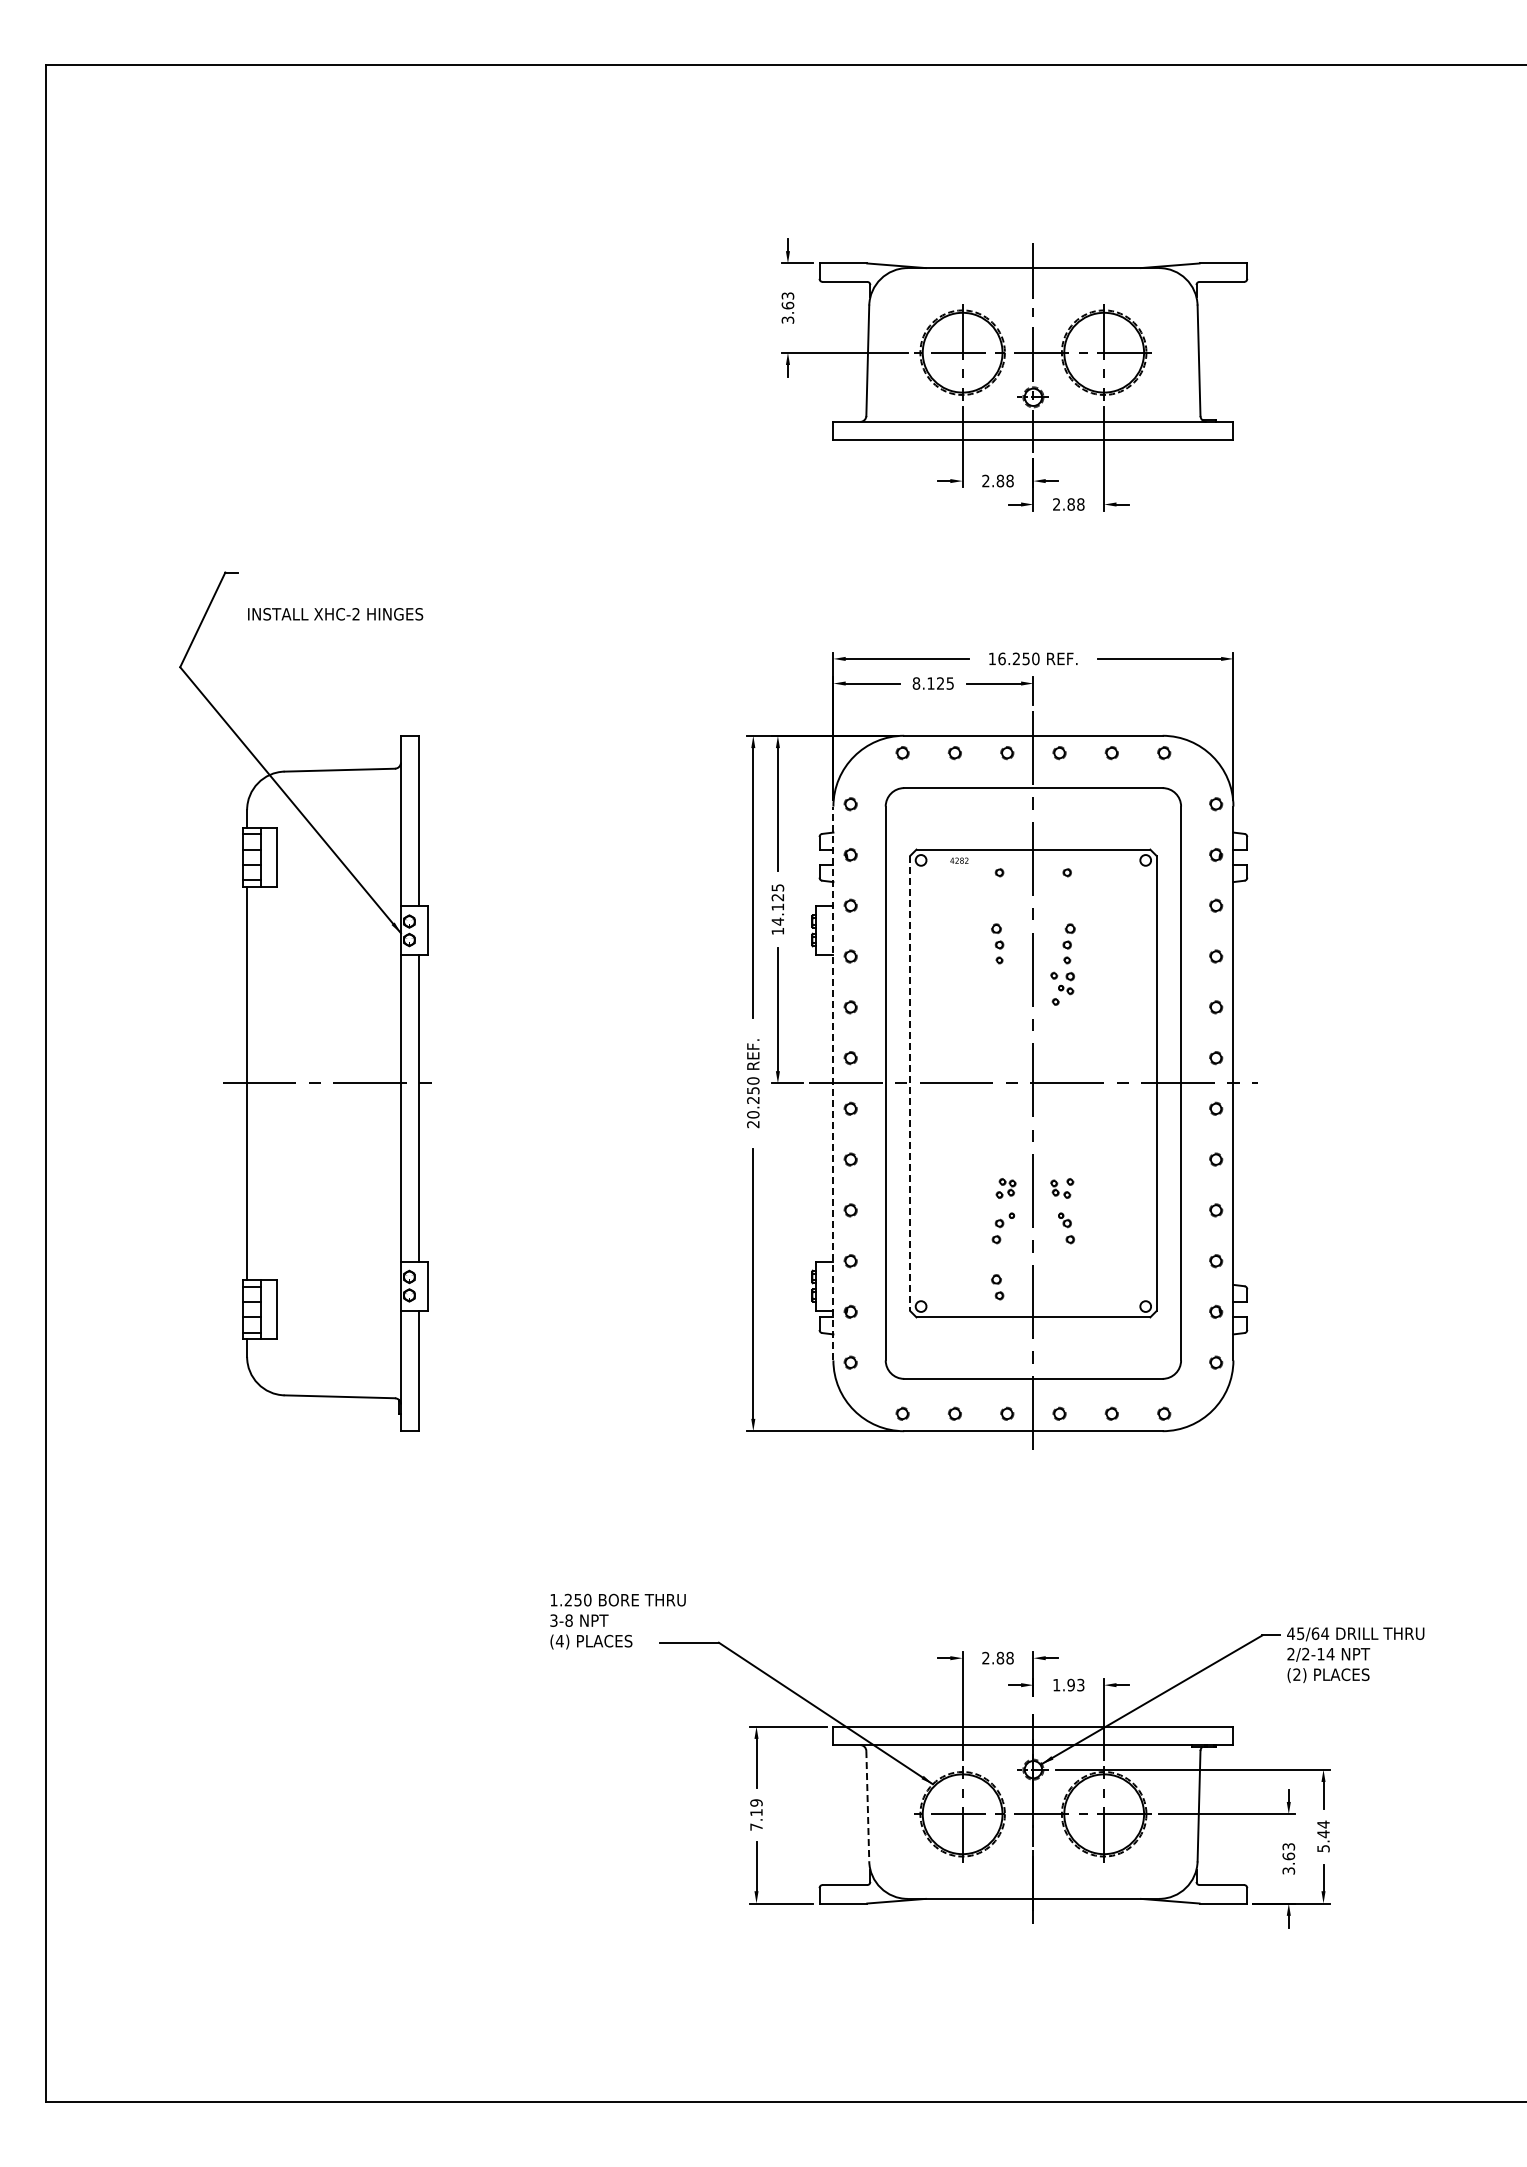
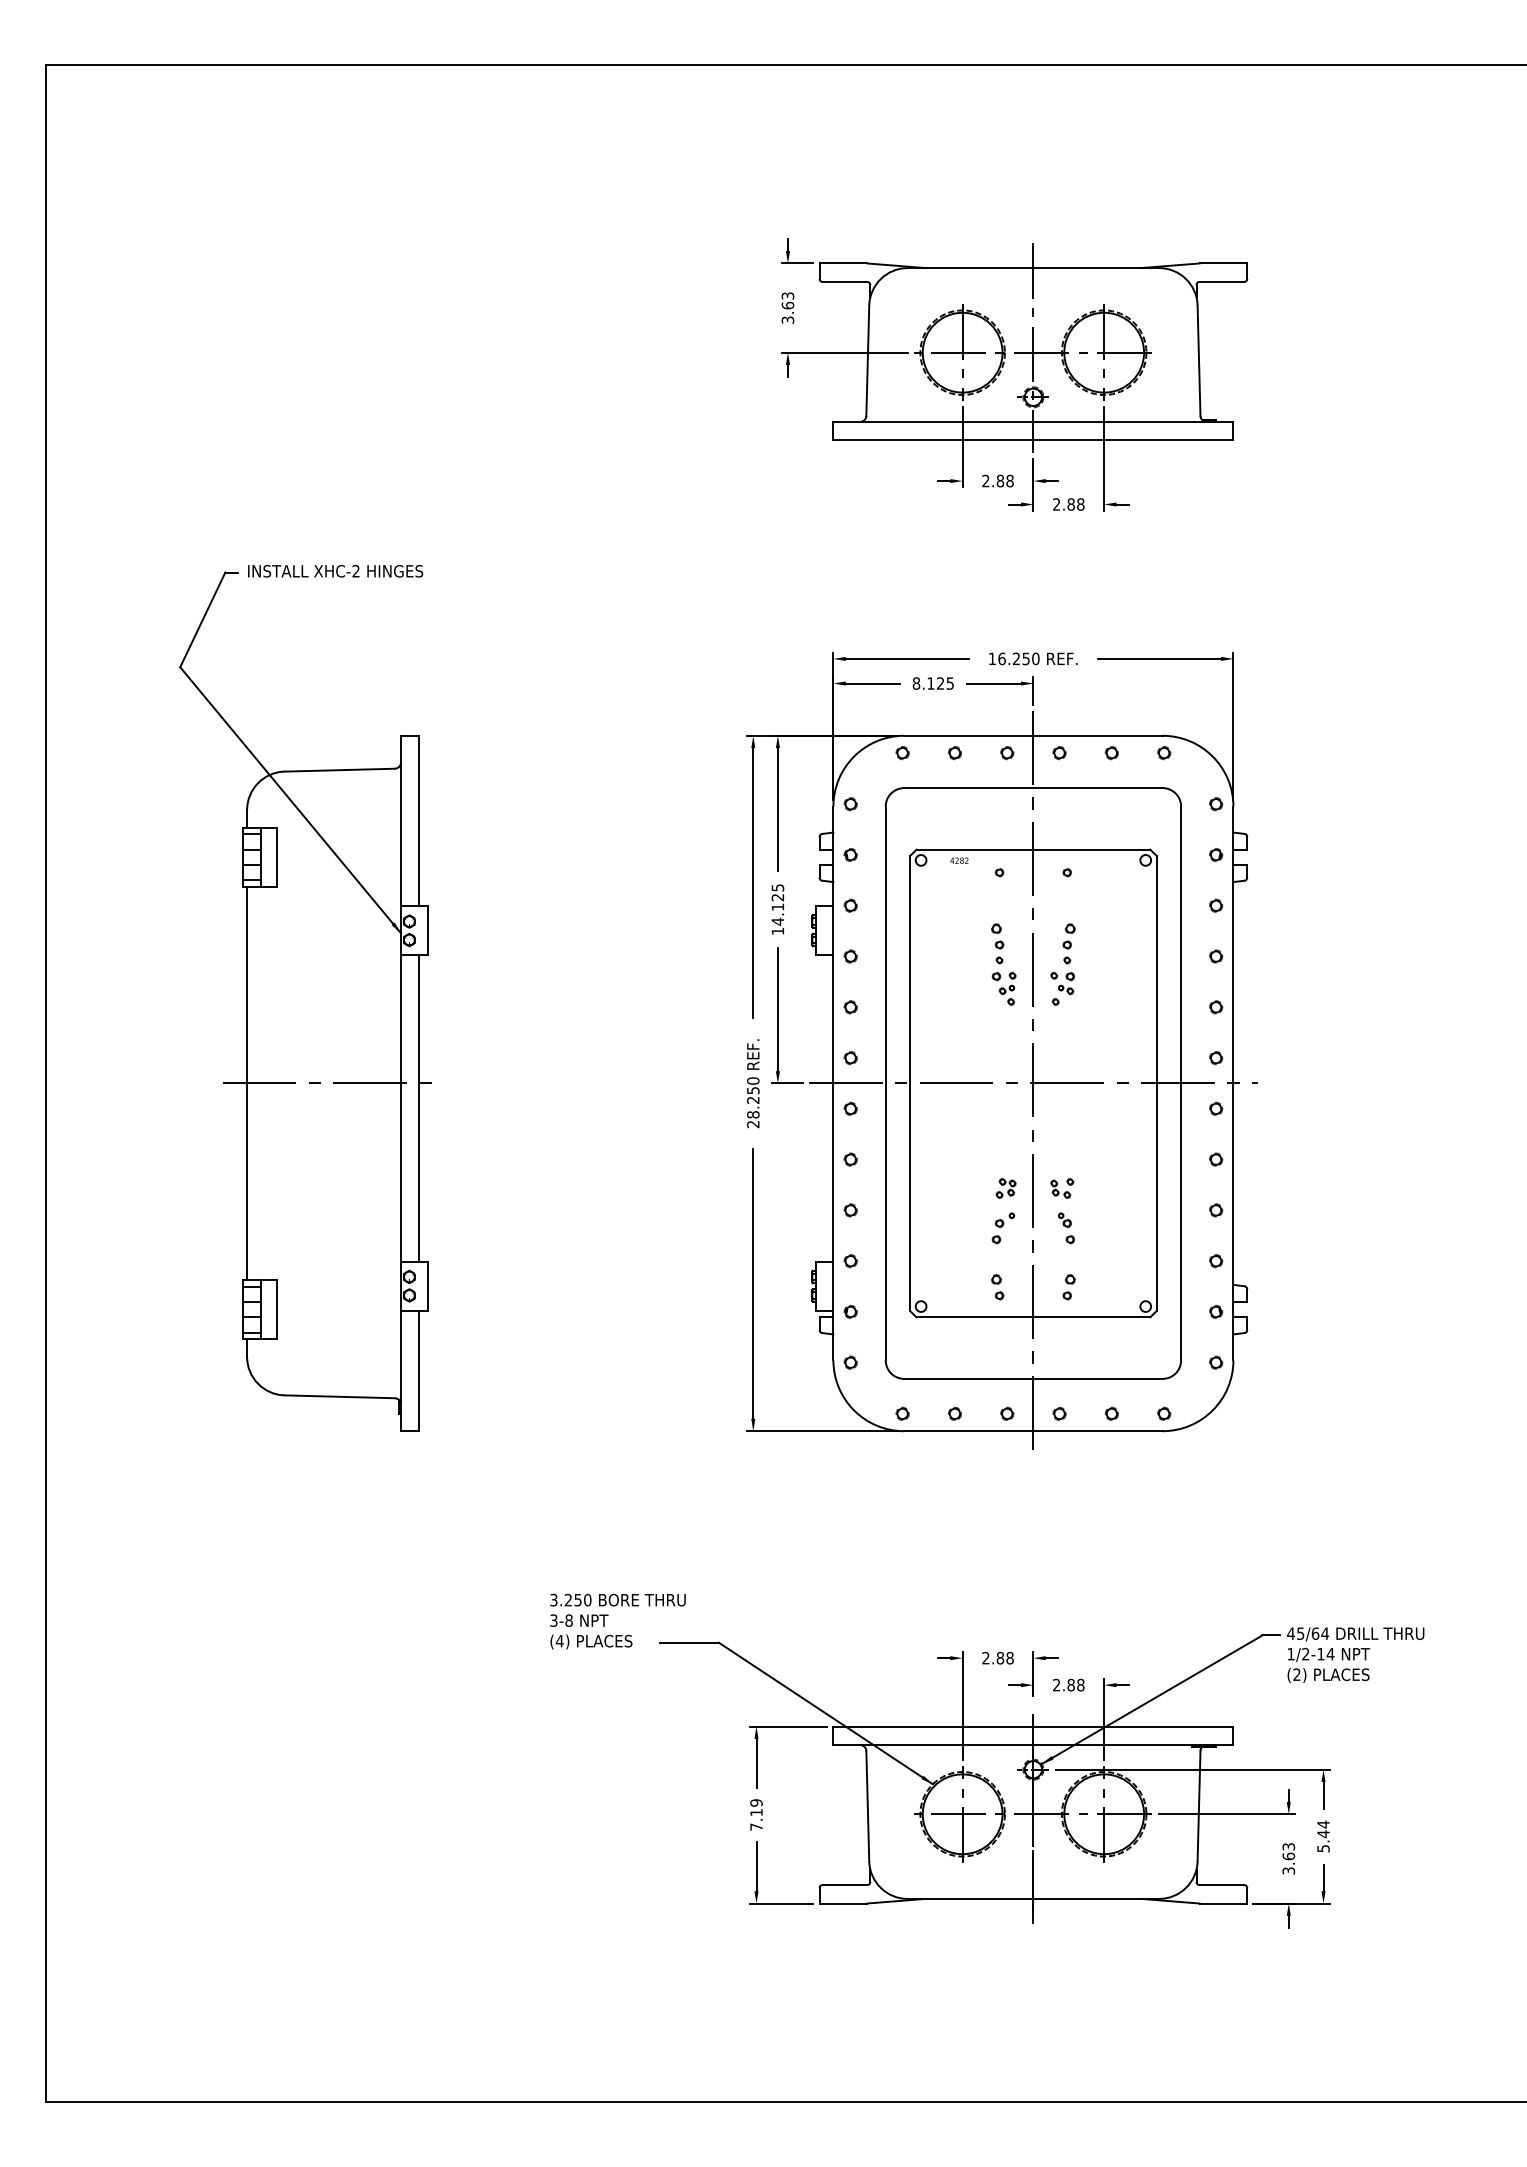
text at (335, 614) position: (335, 614) -> (335, 571)
part at (1003, 988): none -> present
line at (833, 1083): dashed -> solid
line at (910, 1083): dashed -> solid
text at (753, 1114): 20.250 -> 28.250
part at (1068, 1287): none -> present
text at (553, 1599): 1.250 -> 3.250
text at (1290, 1653): 2/2-14 -> 1/2-14
text at (1068, 1684): 1.93 -> 2.88
line at (867, 1806): dashed -> solid
